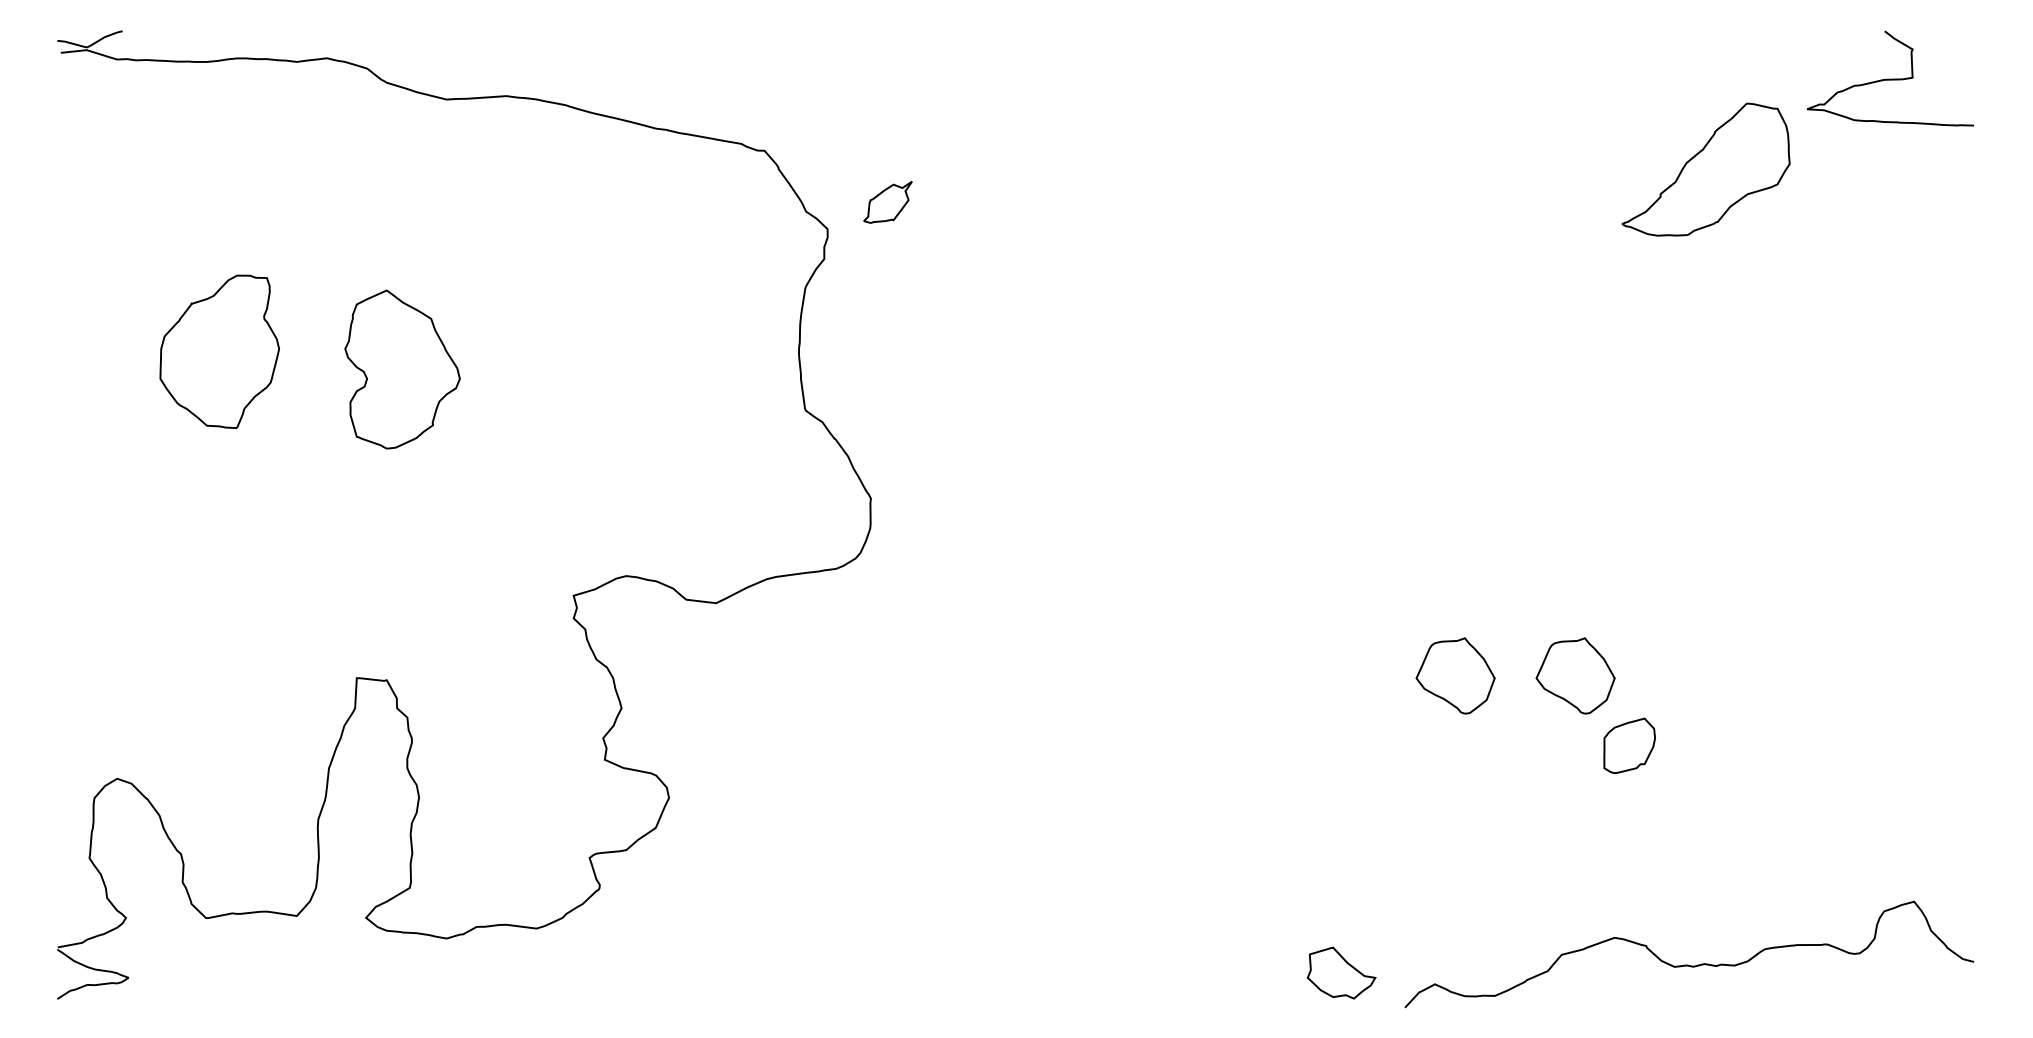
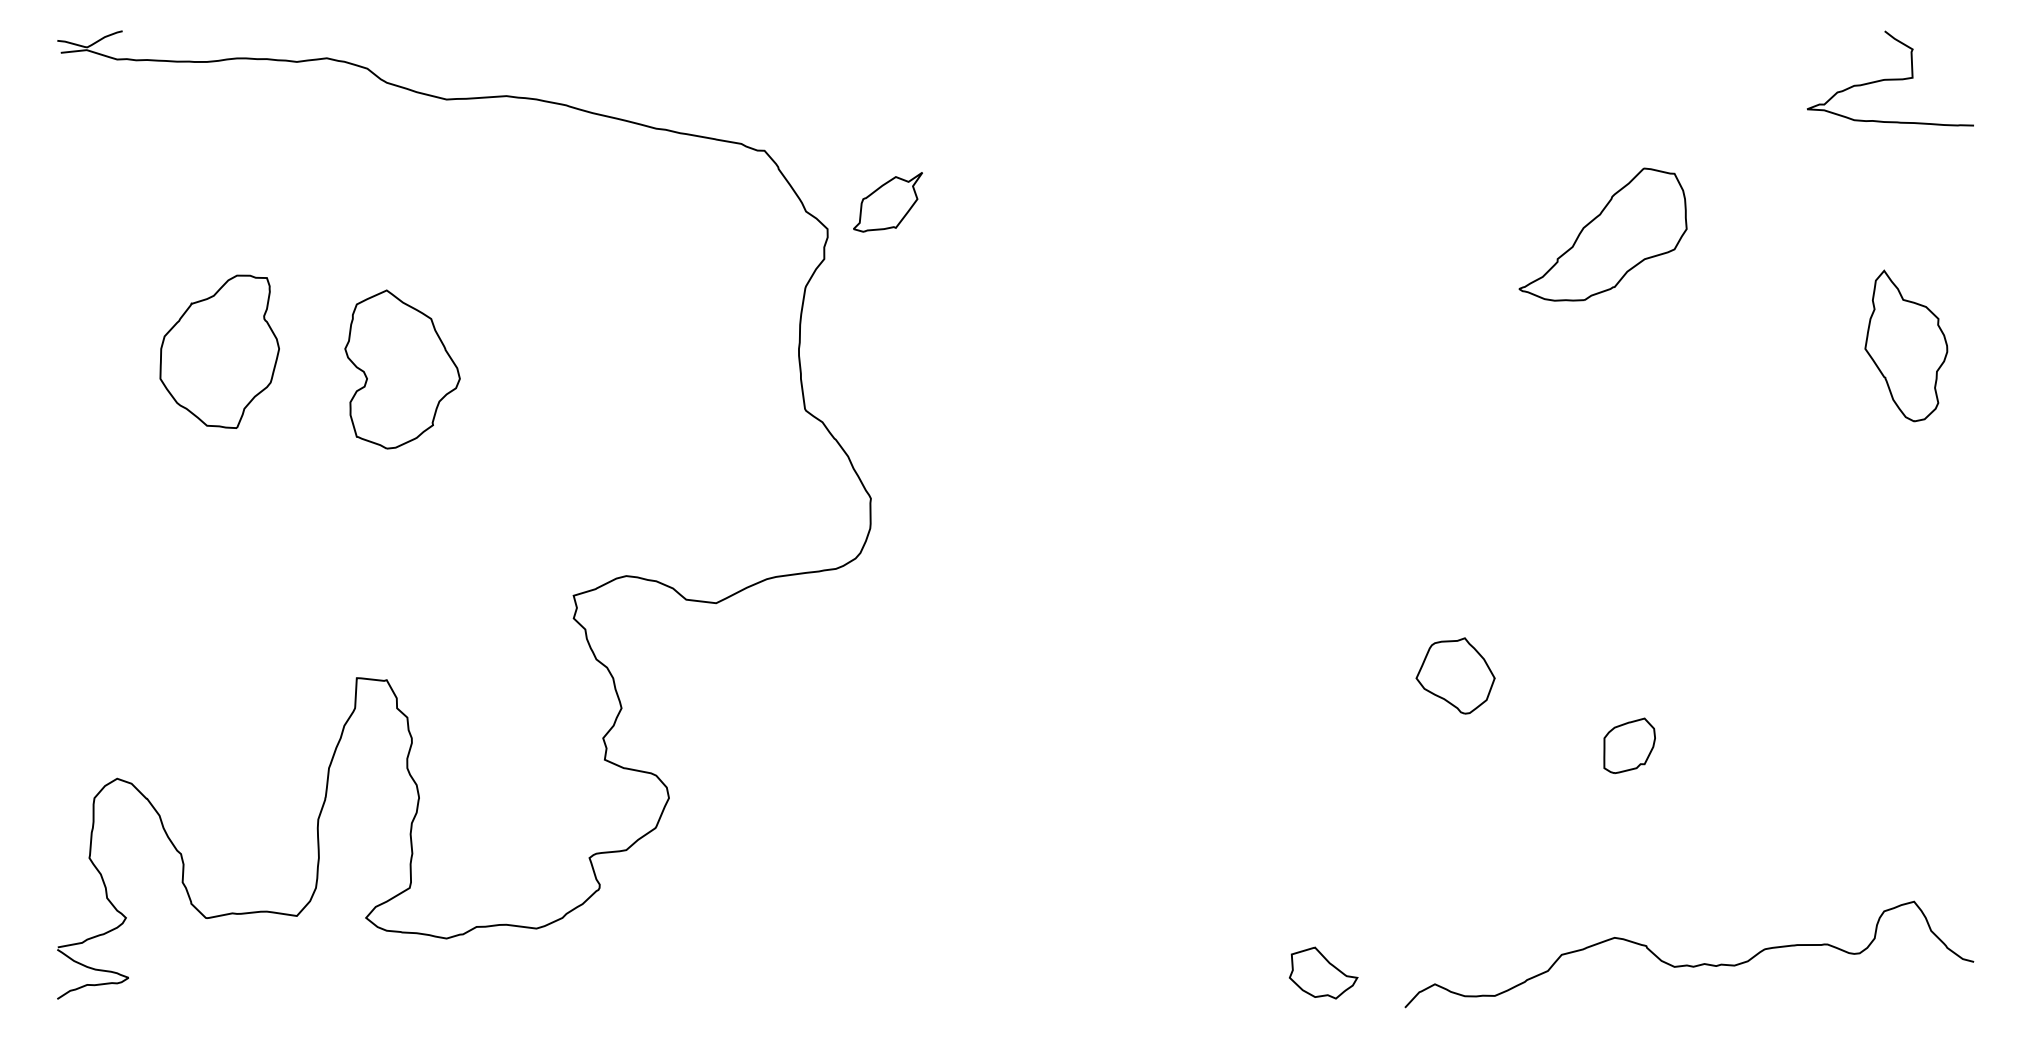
part at (1705, 169) position: (1705, 169) -> (1602, 234)
part at (887, 202) size: 50x43 px -> 70x61 px
part at (1906, 345): none -> present
part at (1575, 675): present -> none
part at (1341, 972) position: (1341, 972) -> (1323, 972)
